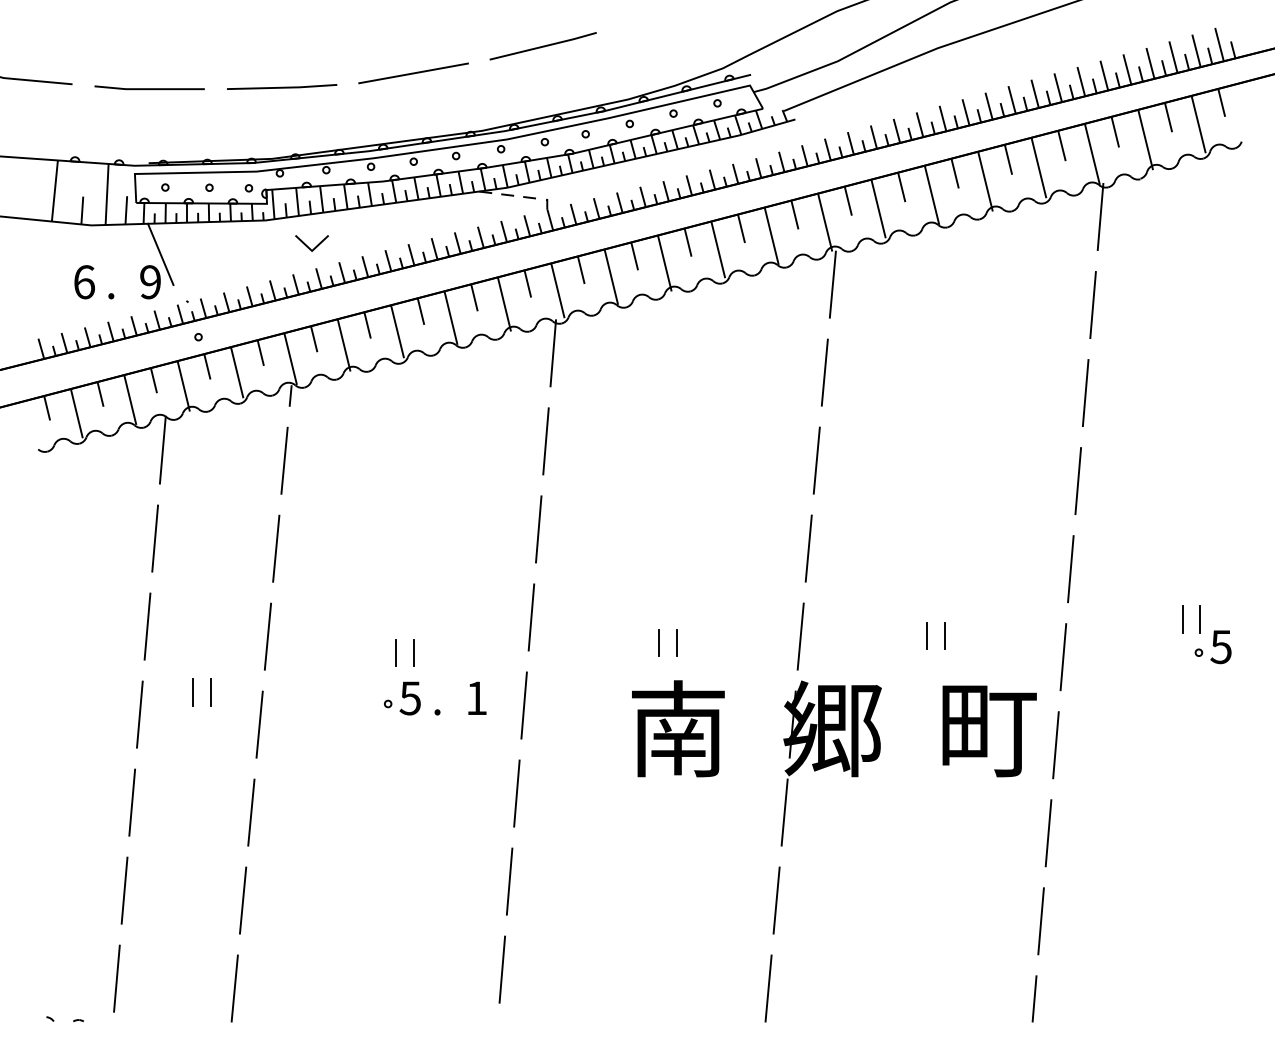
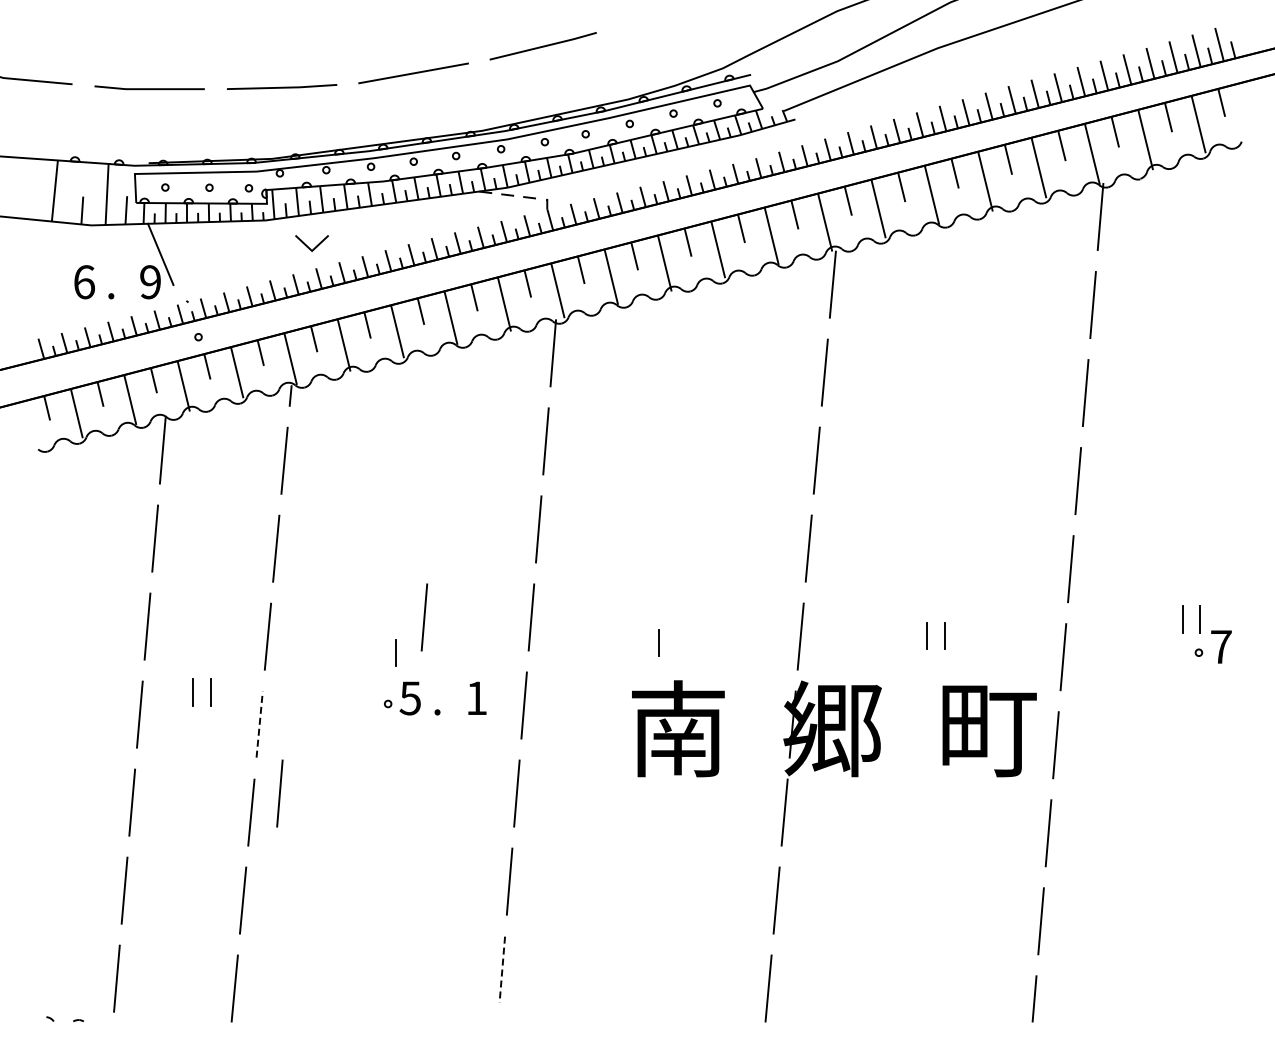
line at (424, 617): none -> present
line at (676, 642): present -> none
text at (1220, 647): 5 -> 7
line at (413, 652): present -> none
line at (259, 724): solid -> dashed
line at (279, 793): none -> present
line at (502, 970): solid -> dashed
